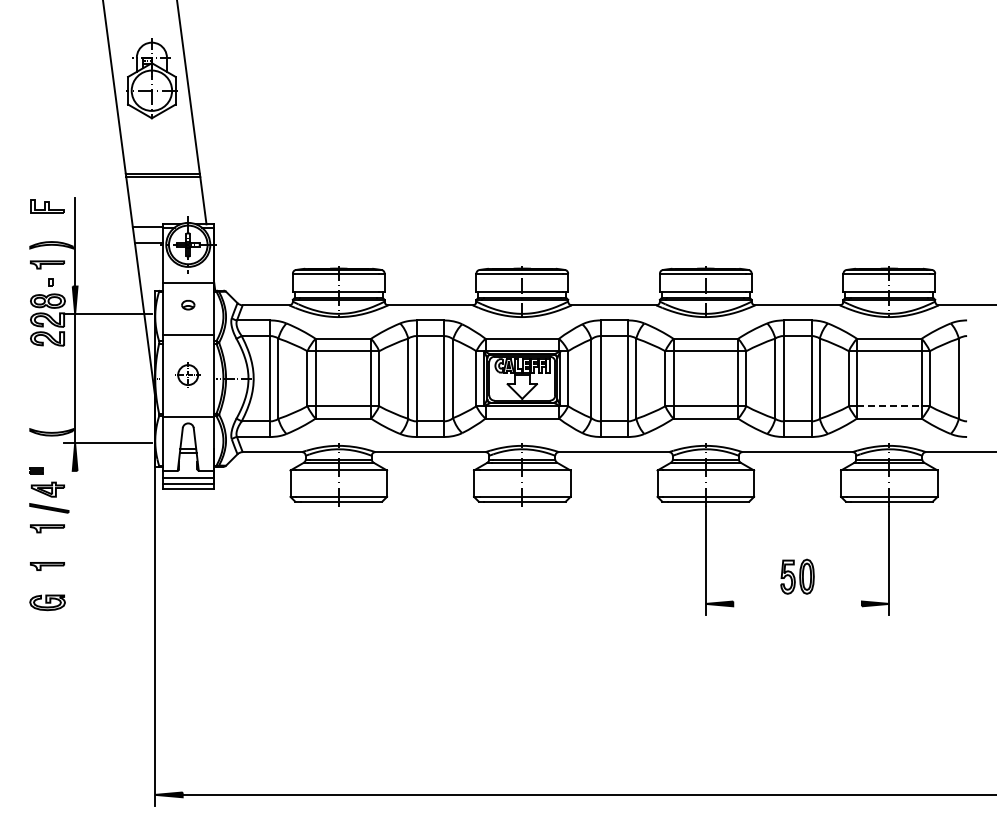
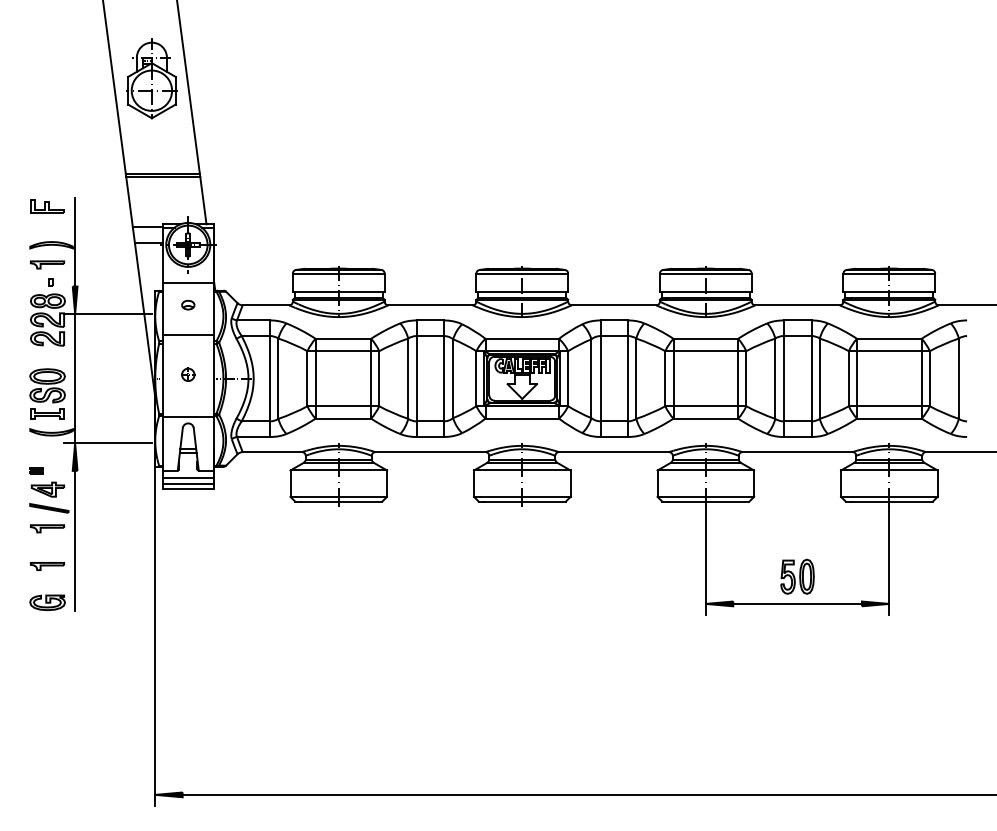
part at (187, 374) size: 26x26 px -> 15x15 px
part at (47, 393): none -> present
line at (889, 406): dashed -> solid
line at (75, 540): none -> present
line at (797, 603): none -> present
